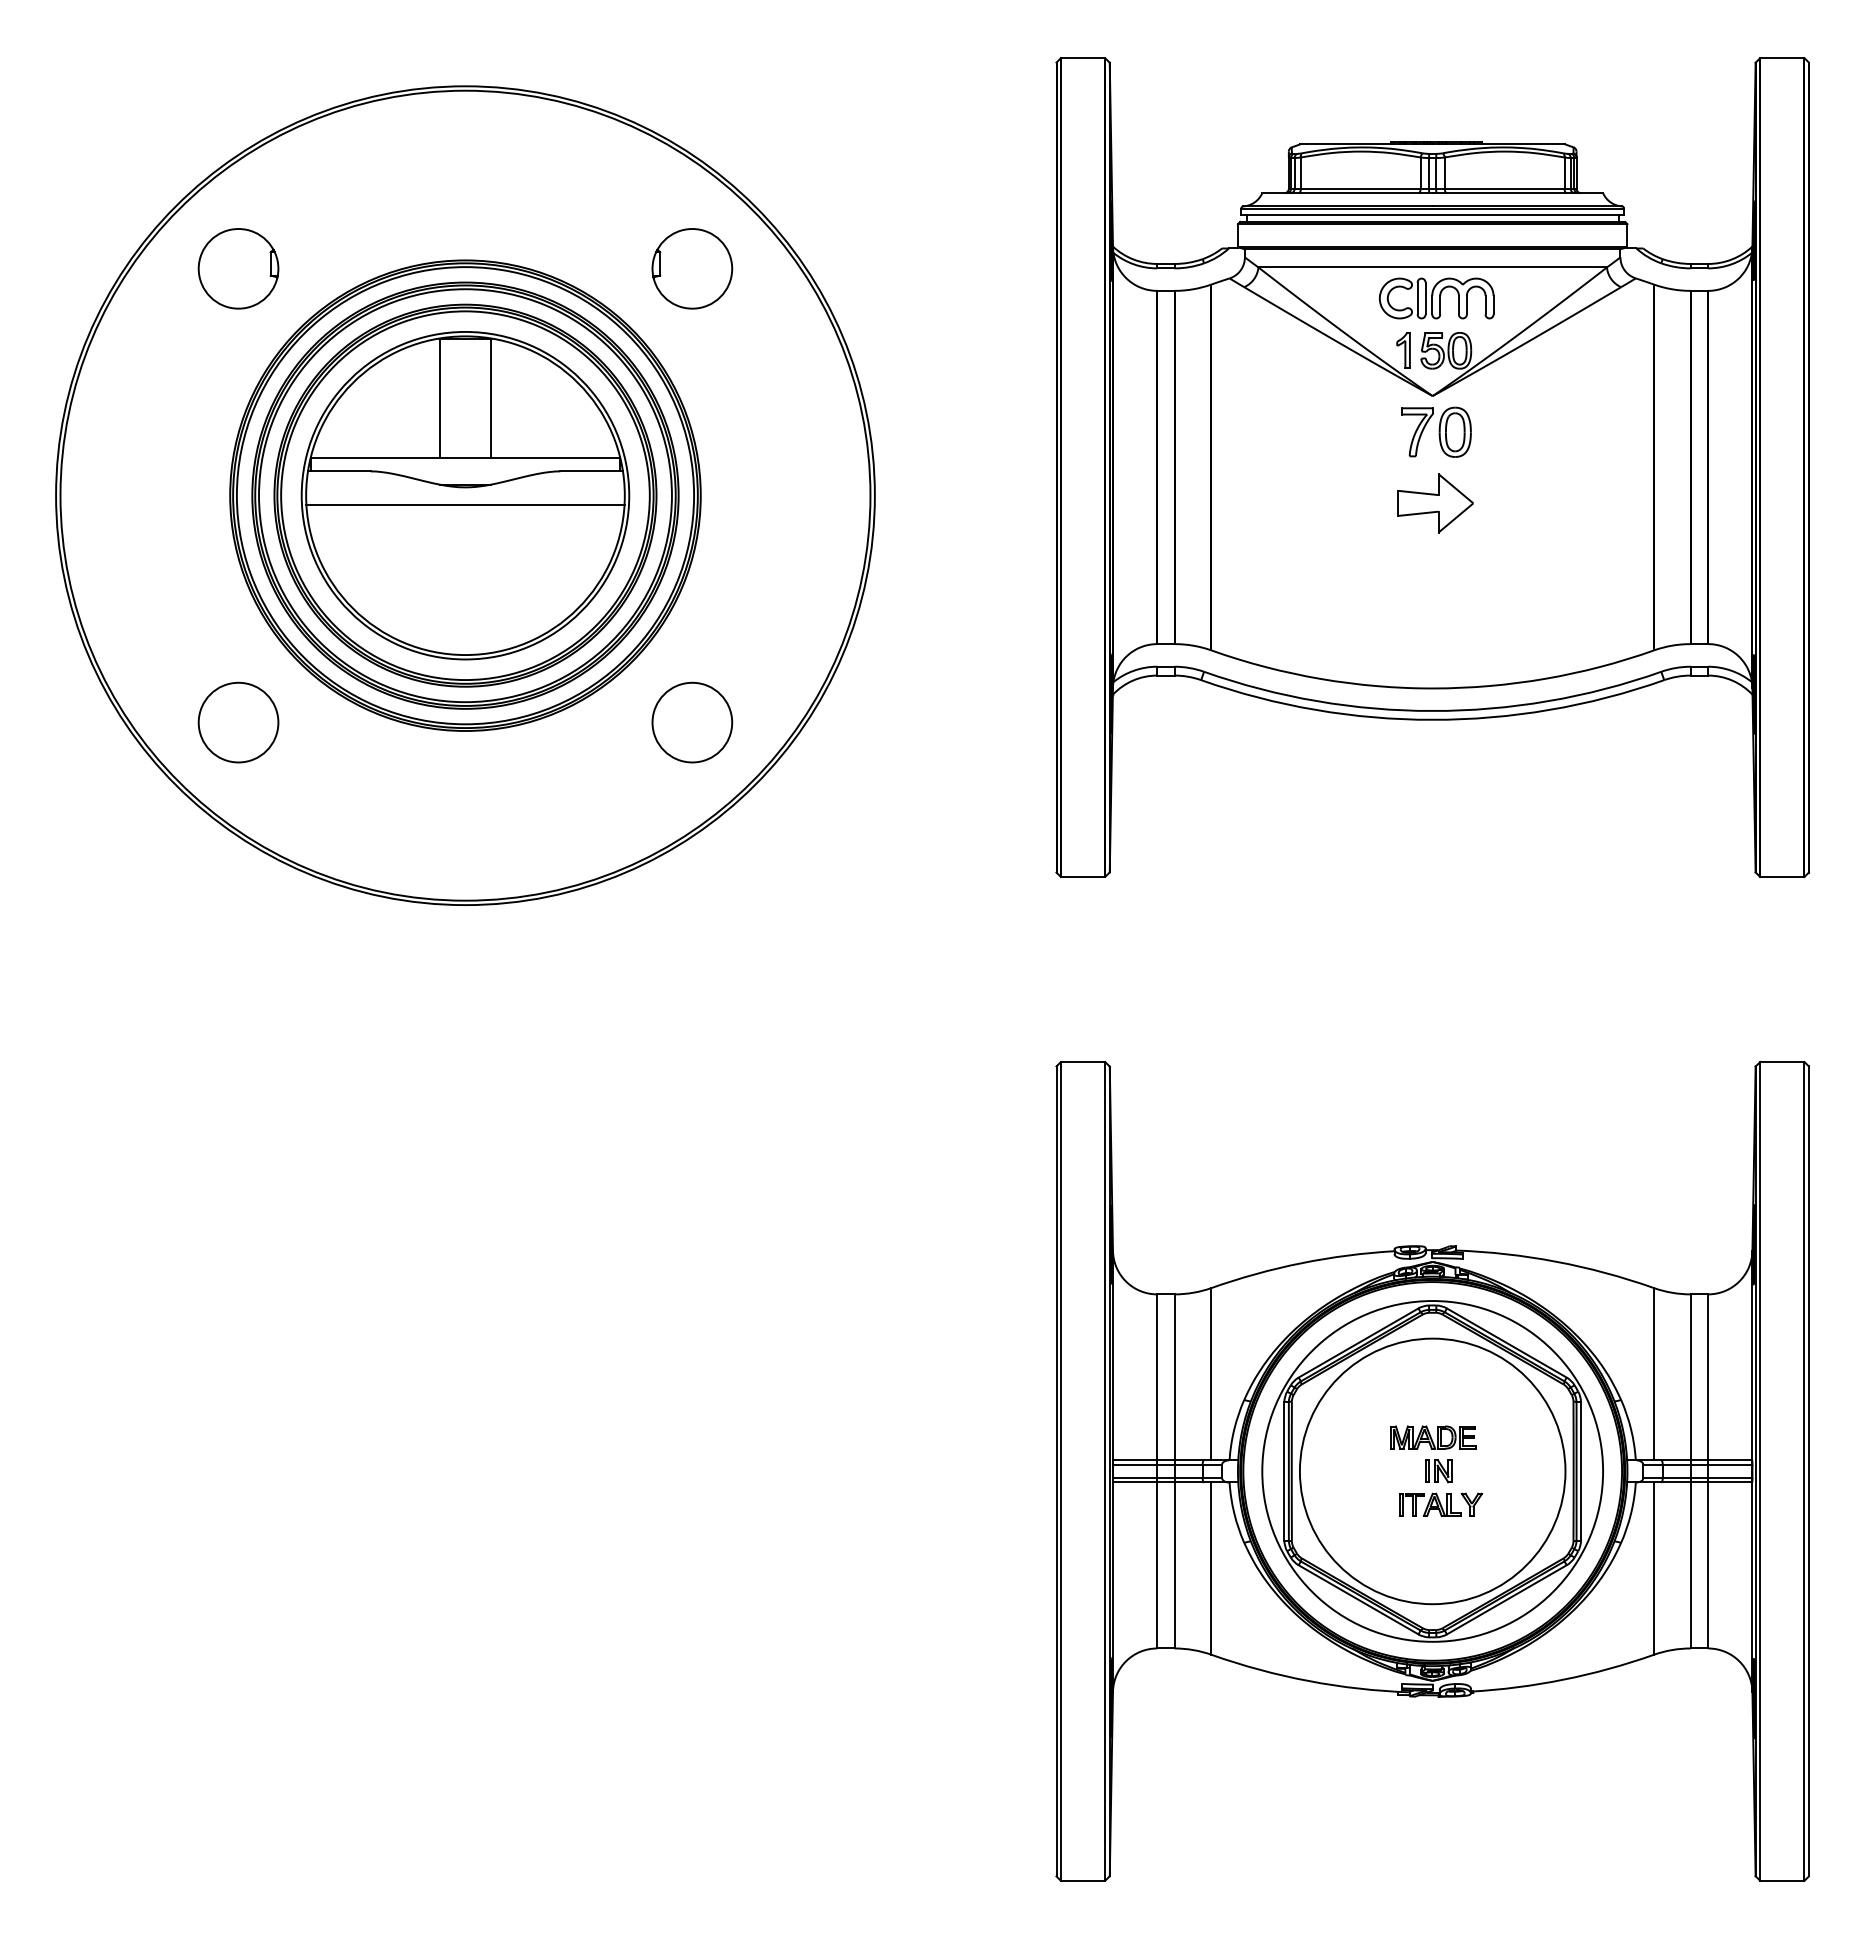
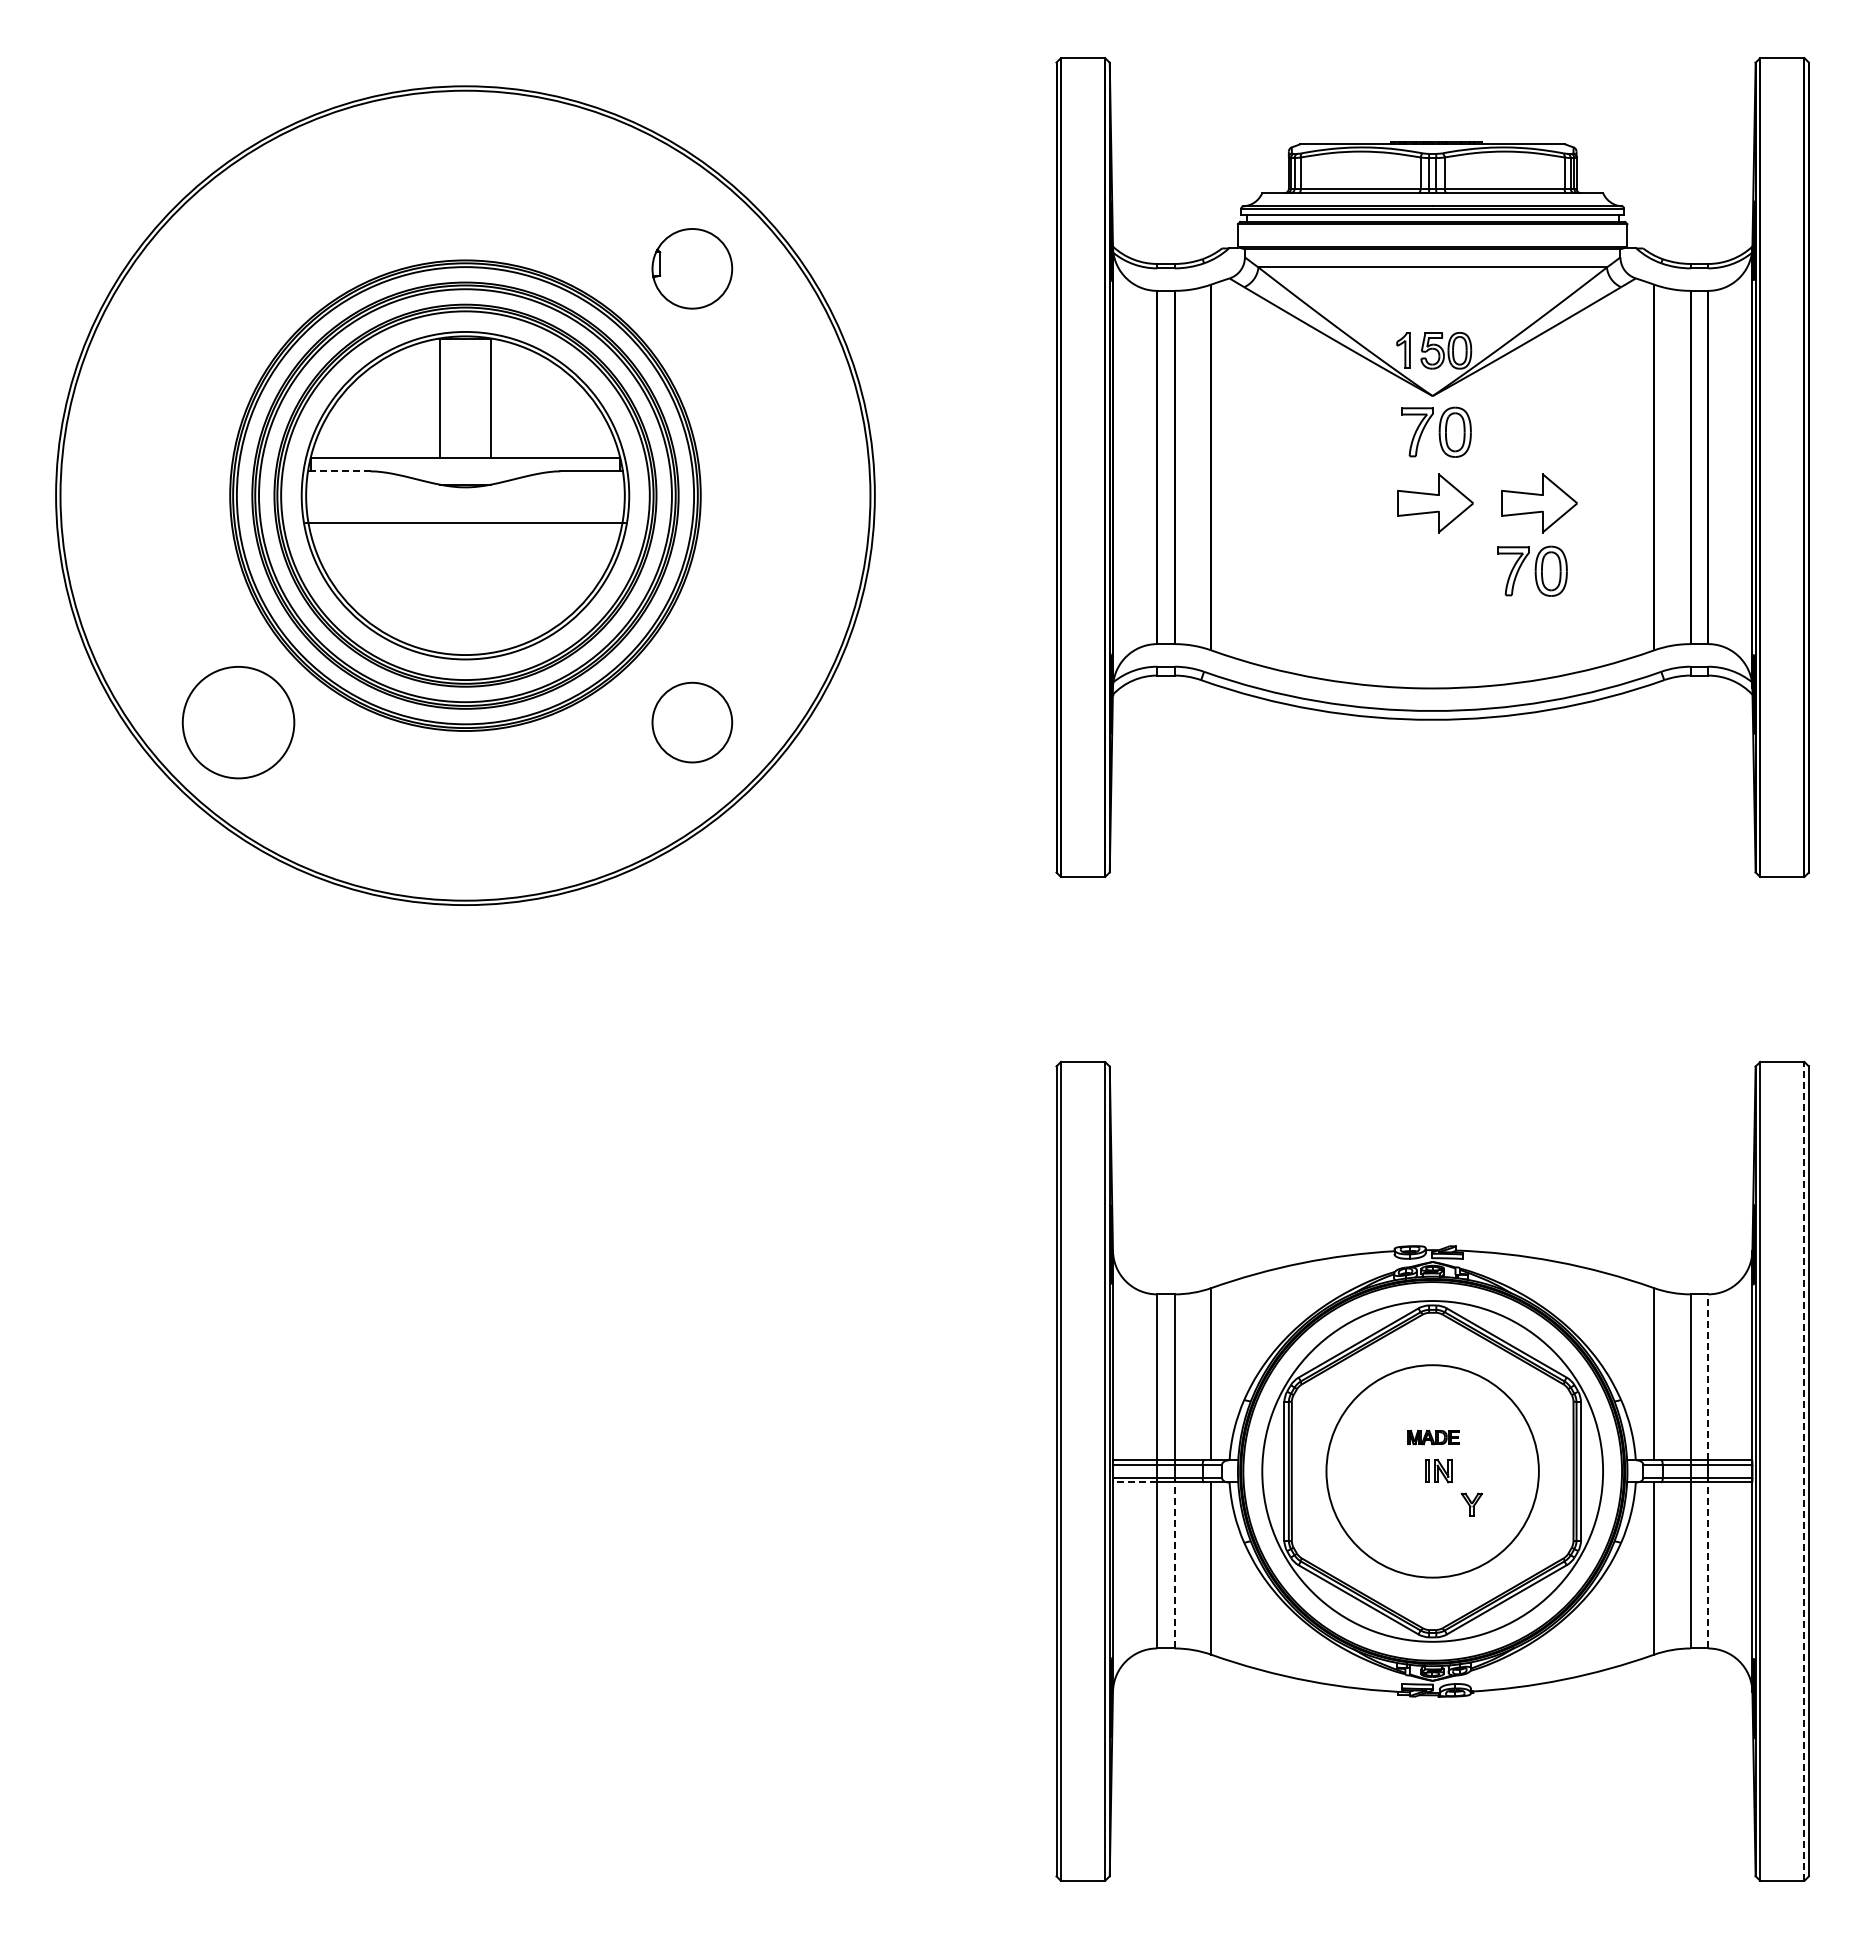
part at (238, 268): present -> none
part at (1436, 298): present -> none
line at (338, 471): solid -> dashed
part at (1539, 503): none -> present
line at (465, 504) position: (465, 504) -> (465, 522)
part at (1532, 570): none -> present
circle at (238, 722) diameter: 80 px -> 112 px
line at (1708, 1377): solid -> dashed
part at (1433, 1437) size: 87x25 px -> 53x17 px
line at (1804, 1470): solid -> dashed
circle at (1432, 1471) diameter: 266 px -> 212 px
line at (1135, 1482): solid -> dashed
part at (1430, 1504): present -> none
line at (1174, 1565): solid -> dashed
line at (1708, 1565): solid -> dashed
